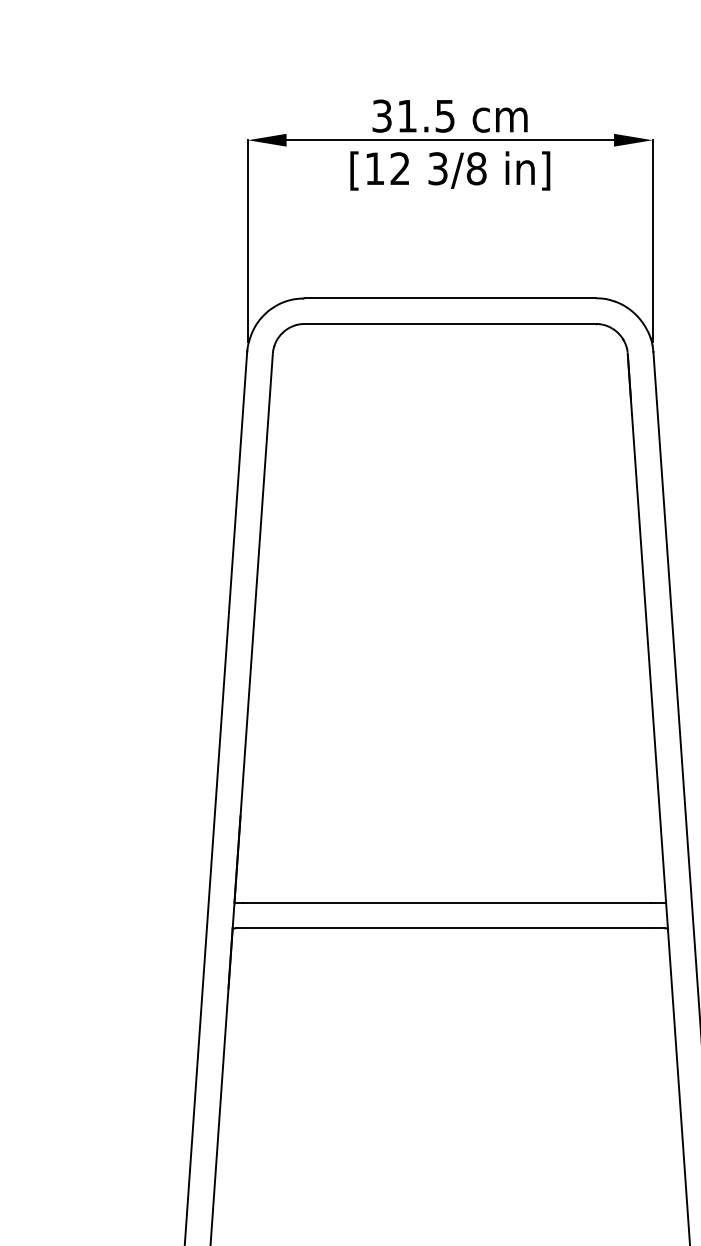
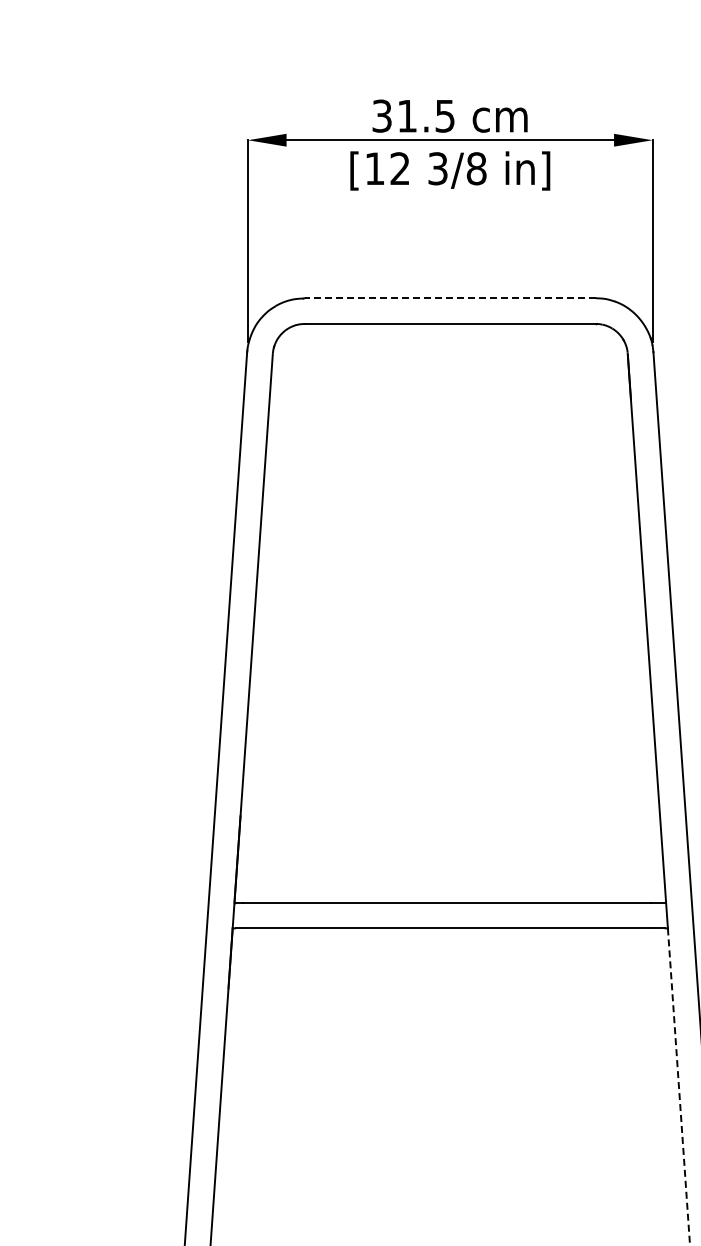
line at (449, 298): solid -> dashed
line at (678, 1087): solid -> dashed
